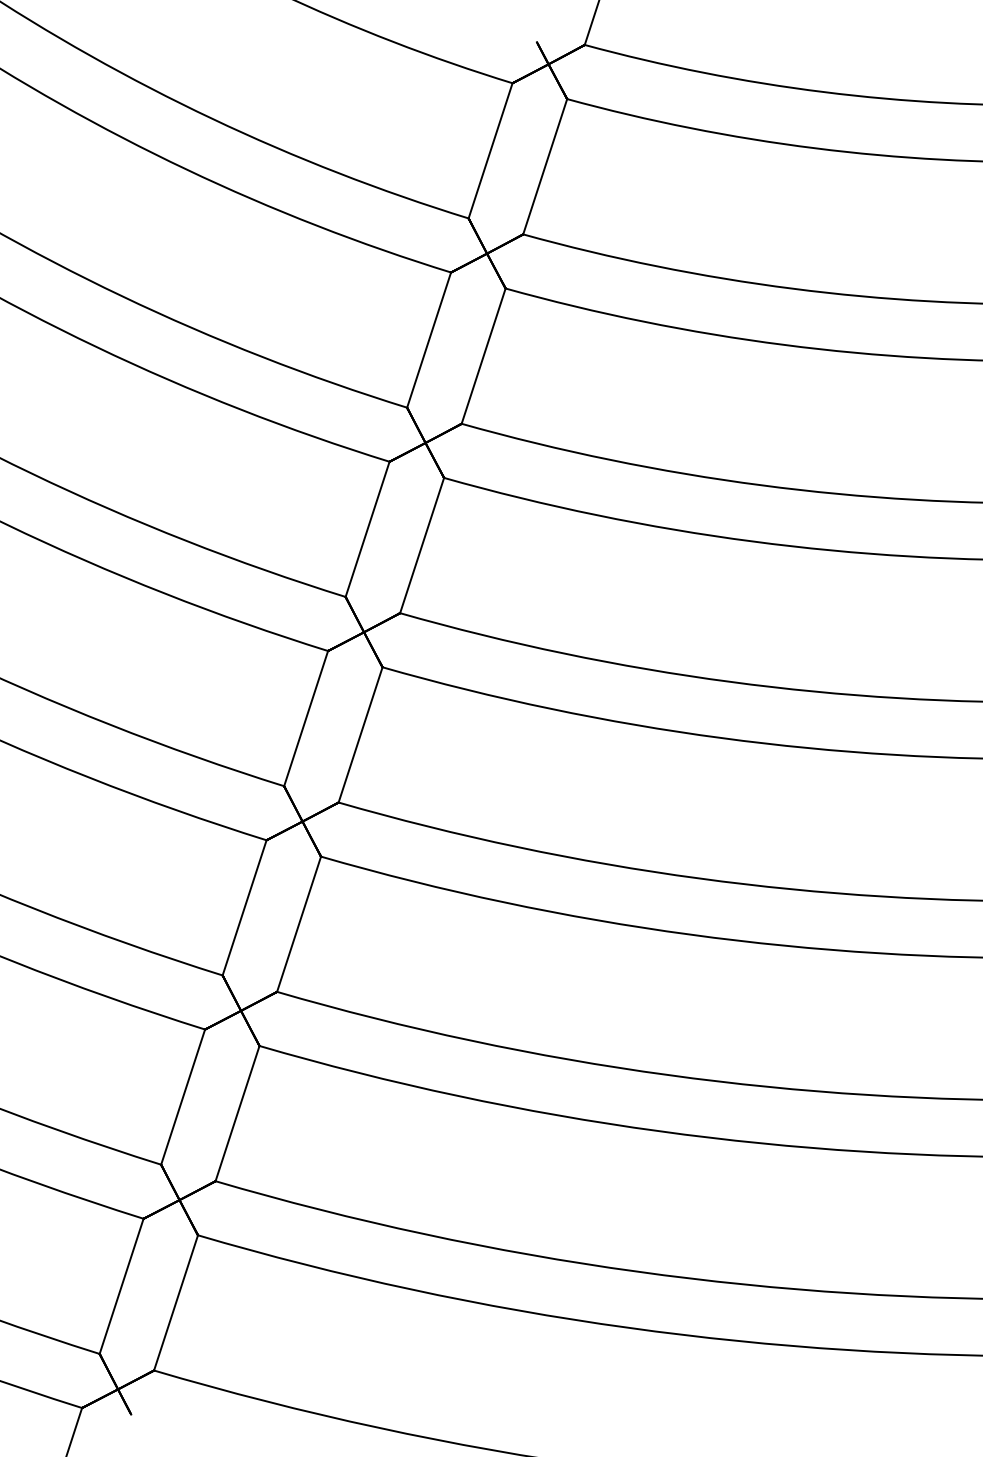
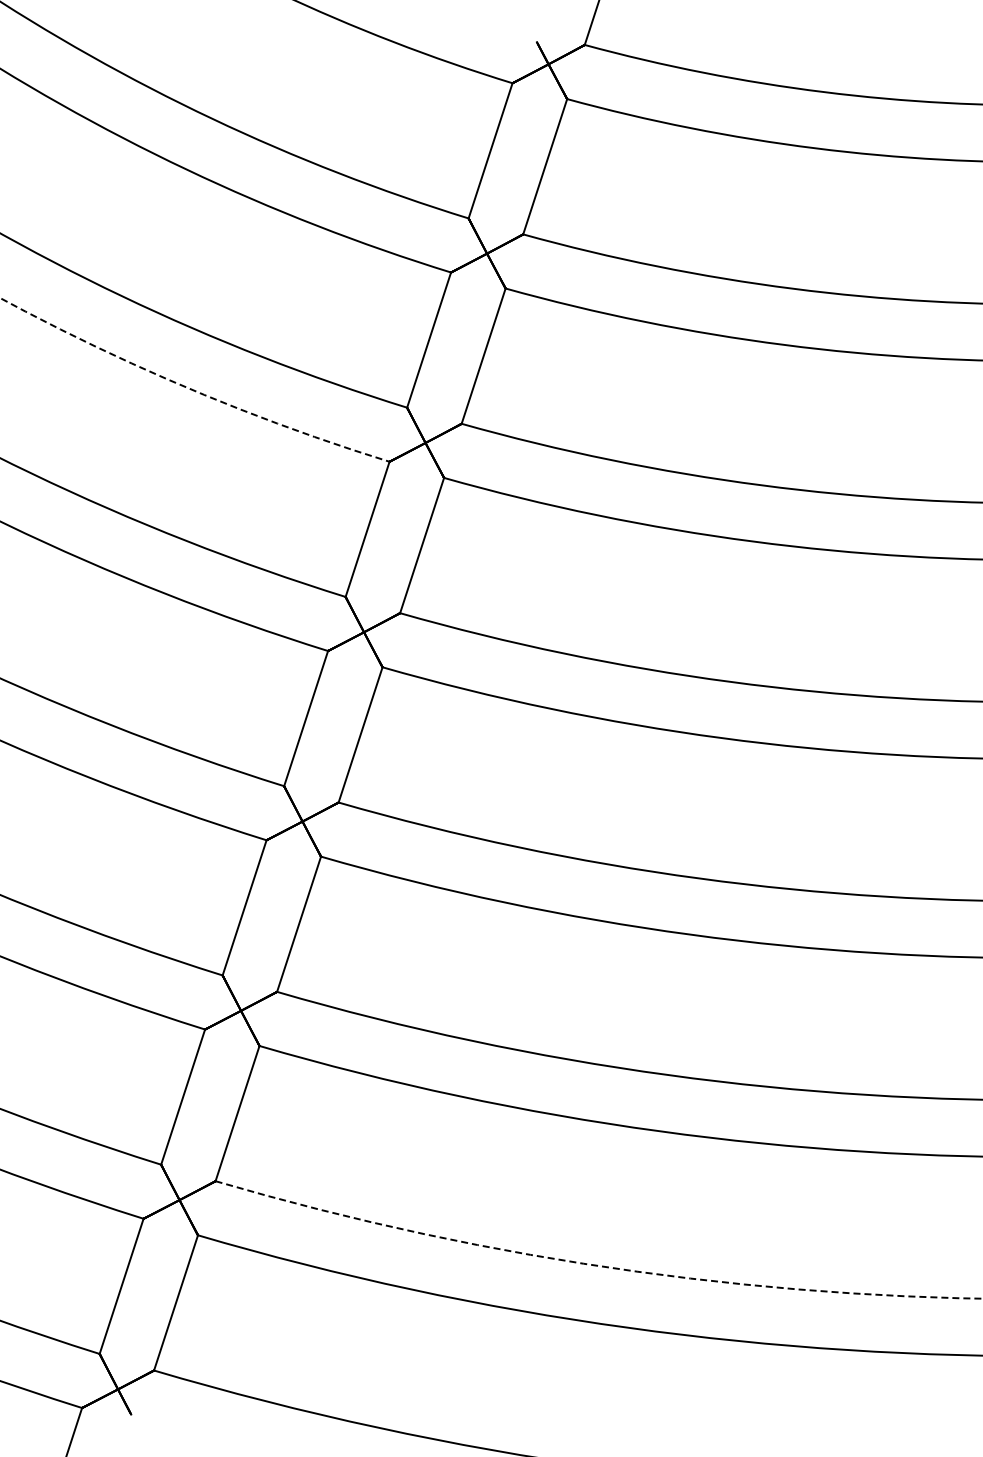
arc at (191, 389): solid -> dashed
arc at (594, 1265): solid -> dashed
